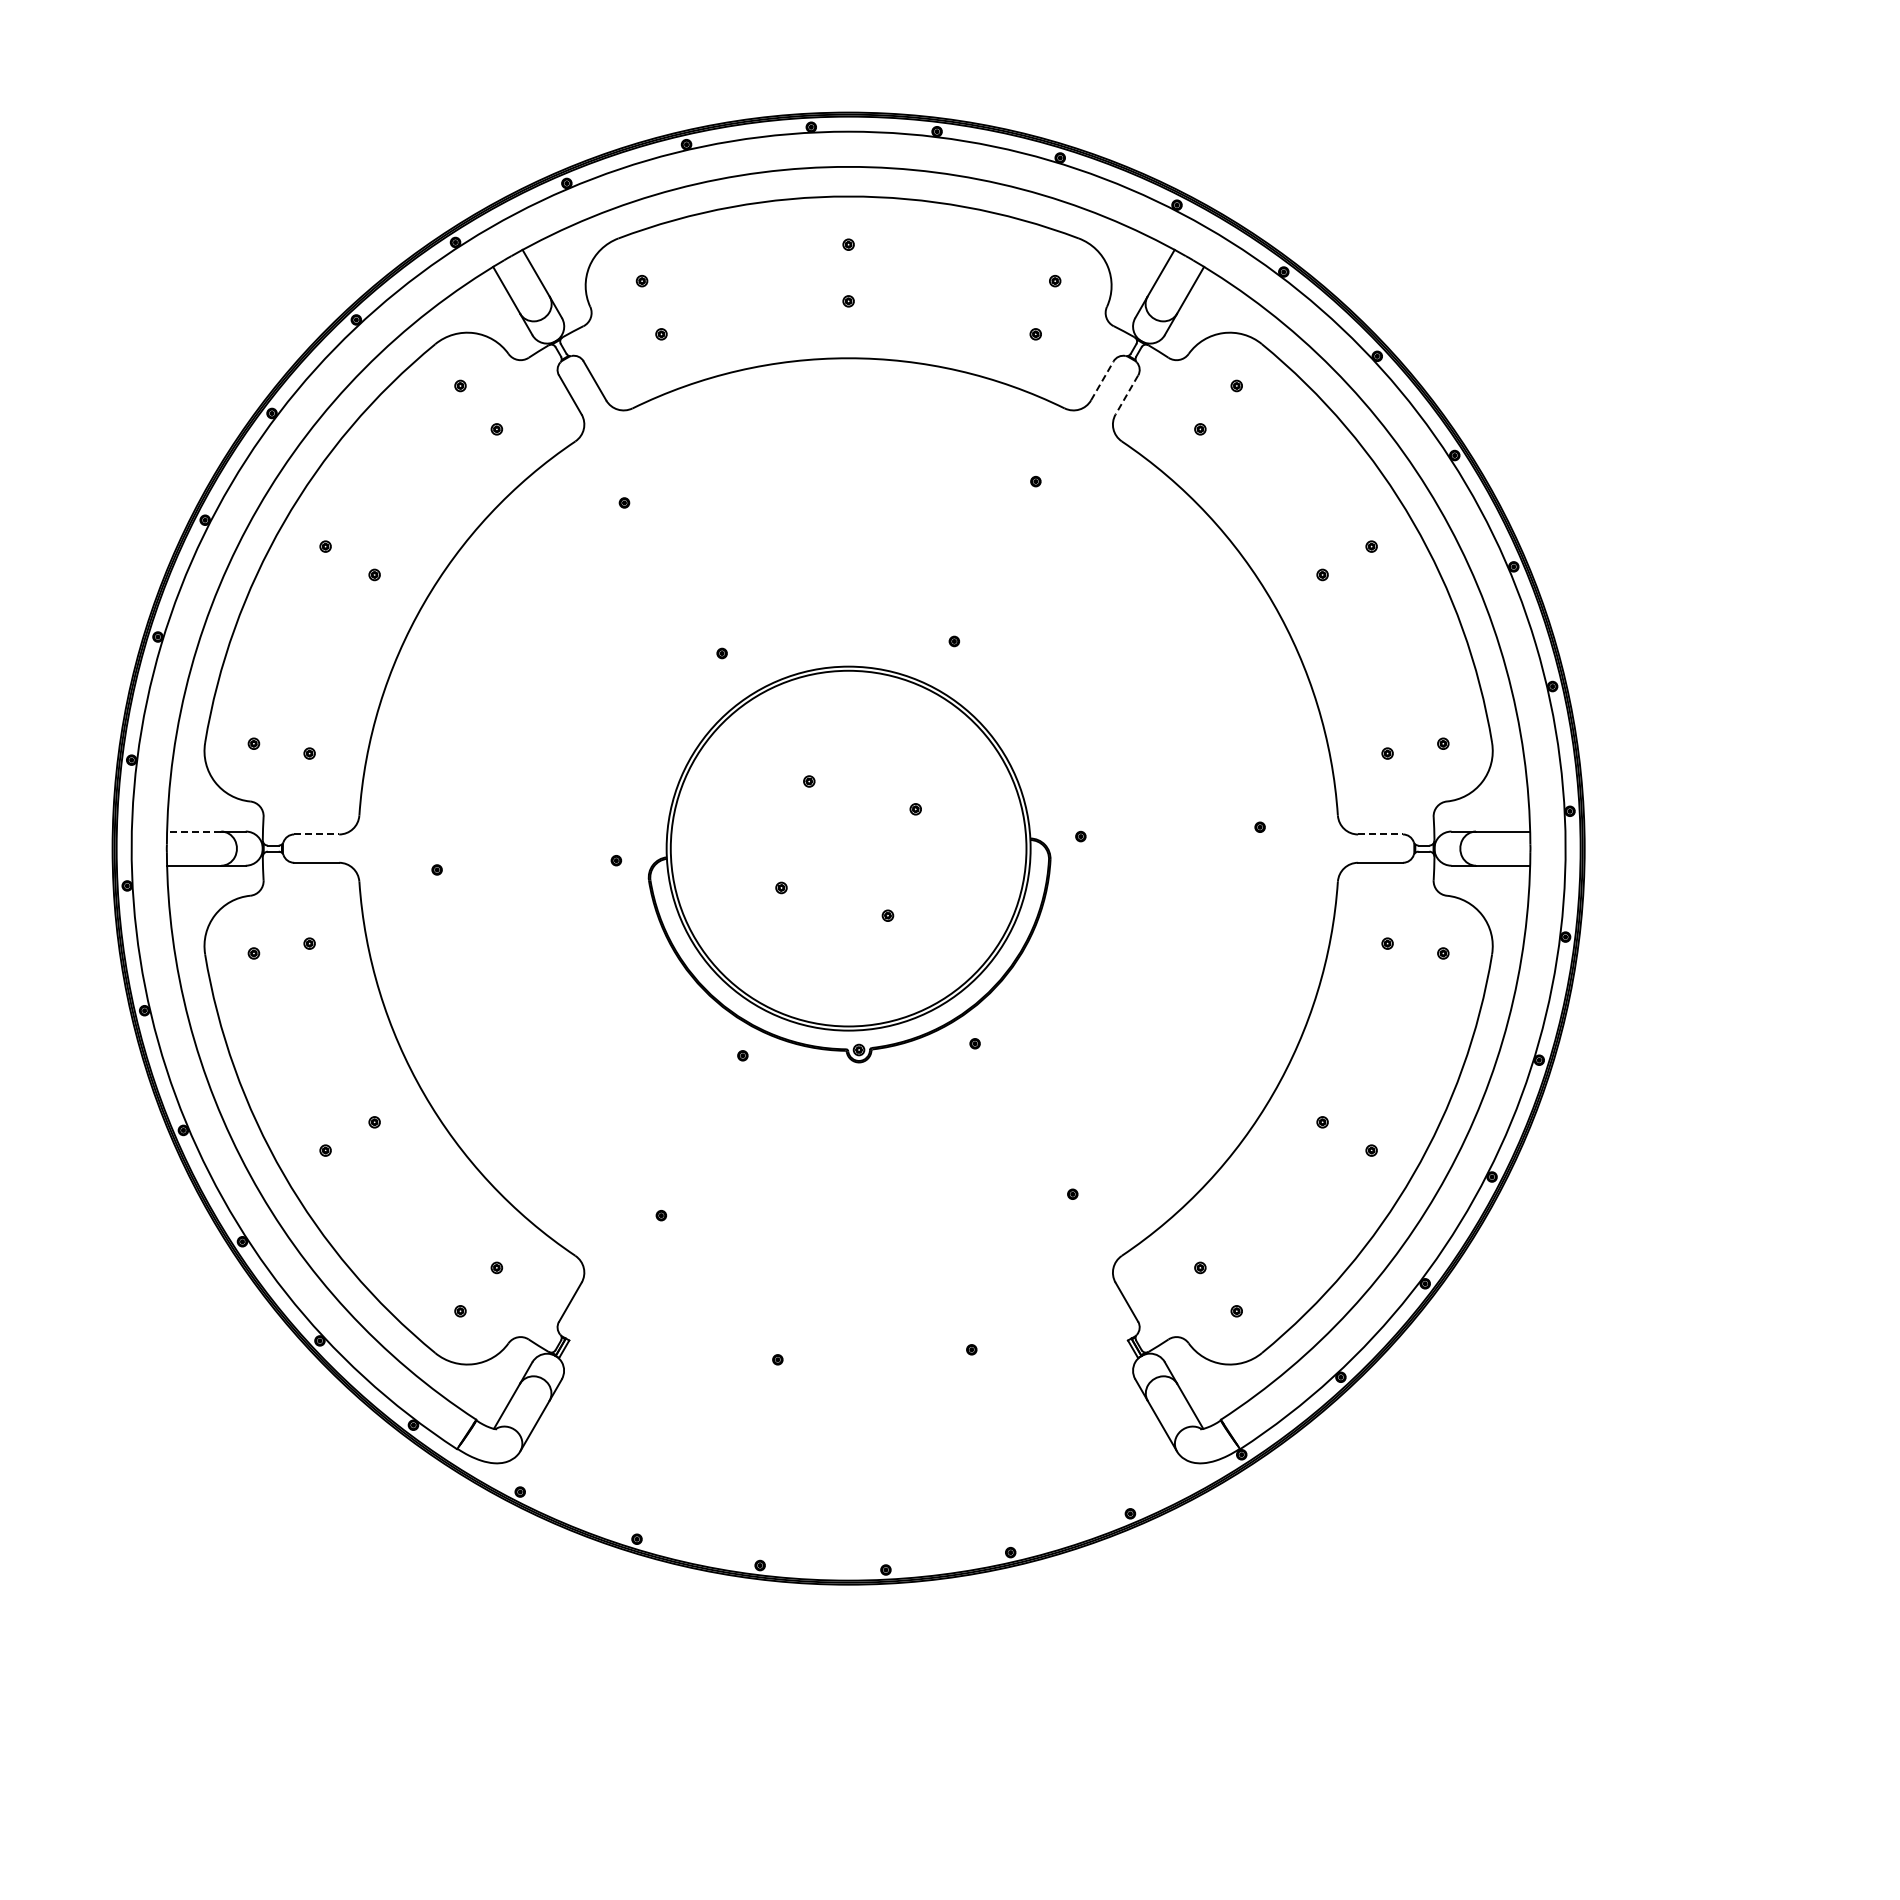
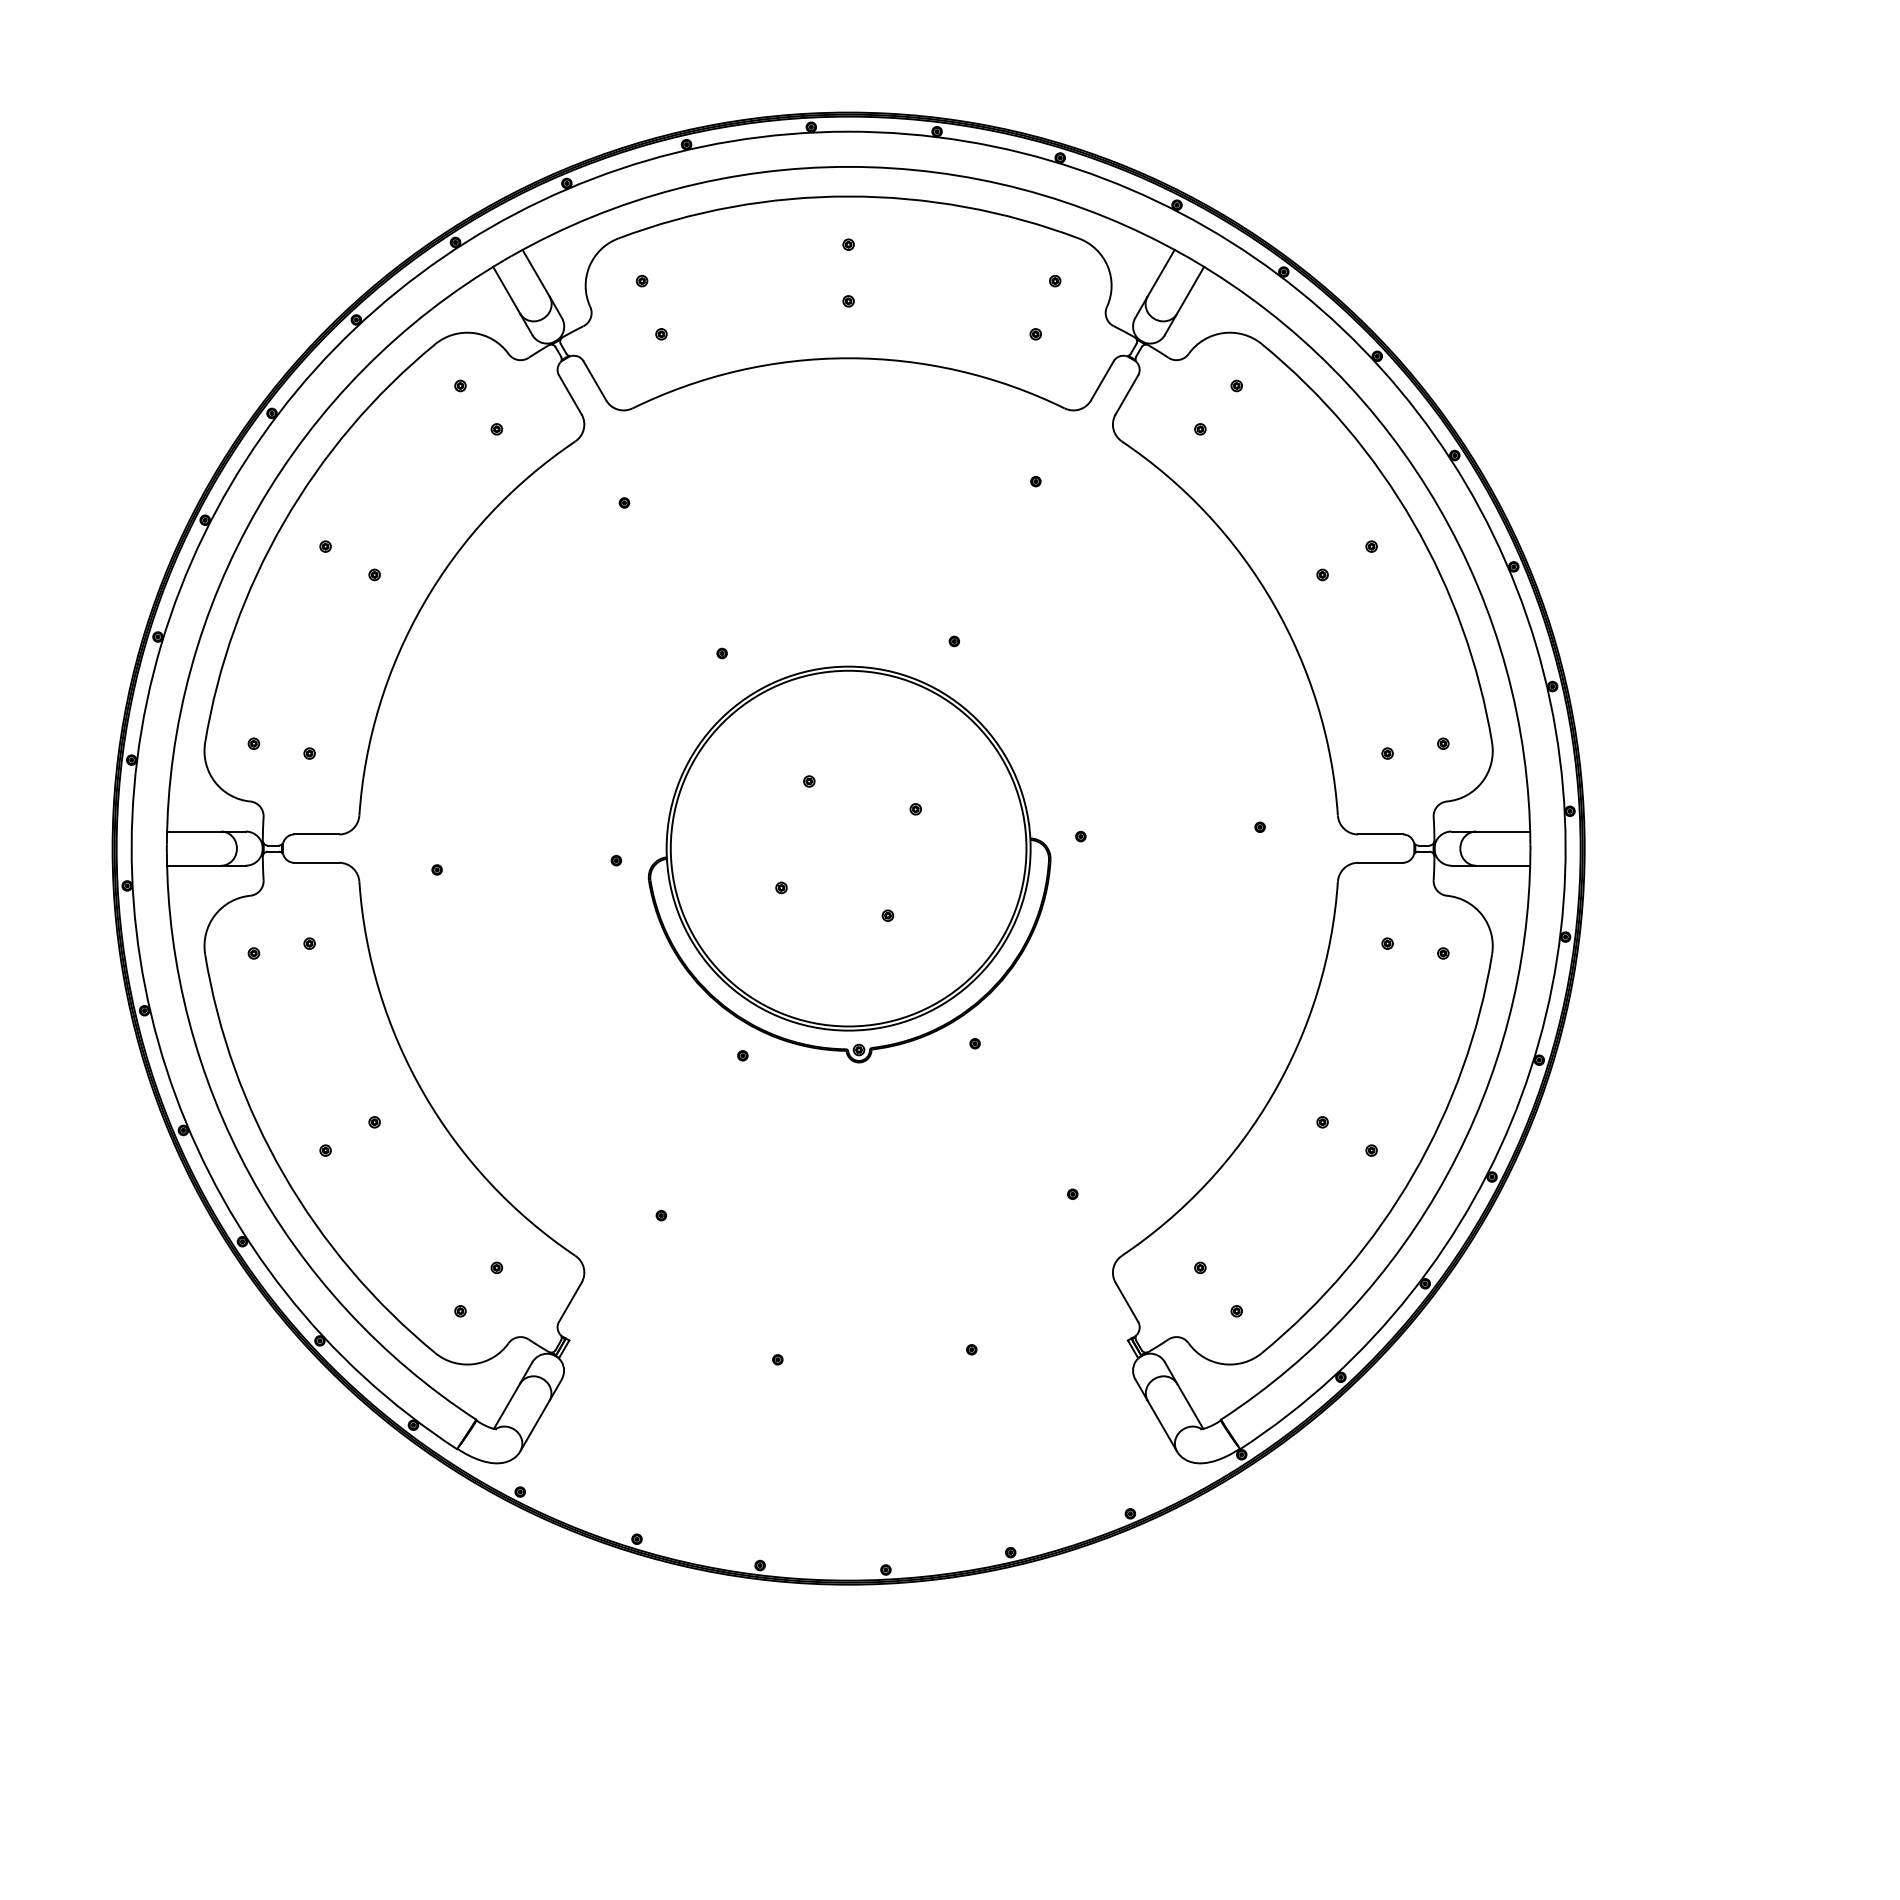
line at (1102, 380): dashed -> solid
line at (1126, 395): dashed -> solid
line at (193, 831): dashed -> solid
line at (317, 834): dashed -> solid
line at (1381, 834): dashed -> solid
